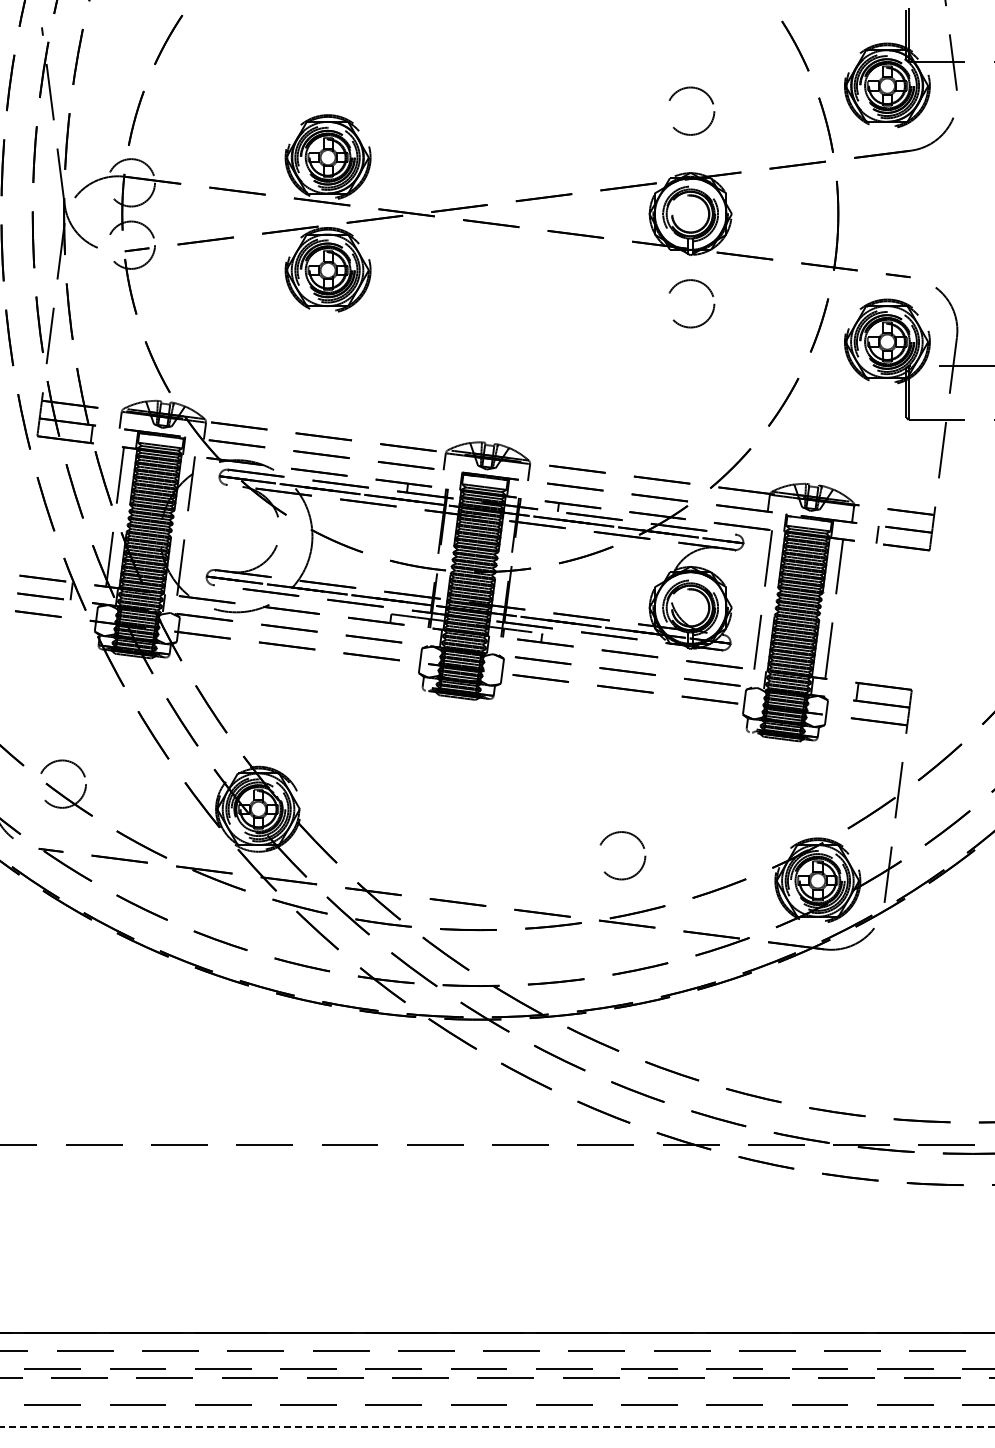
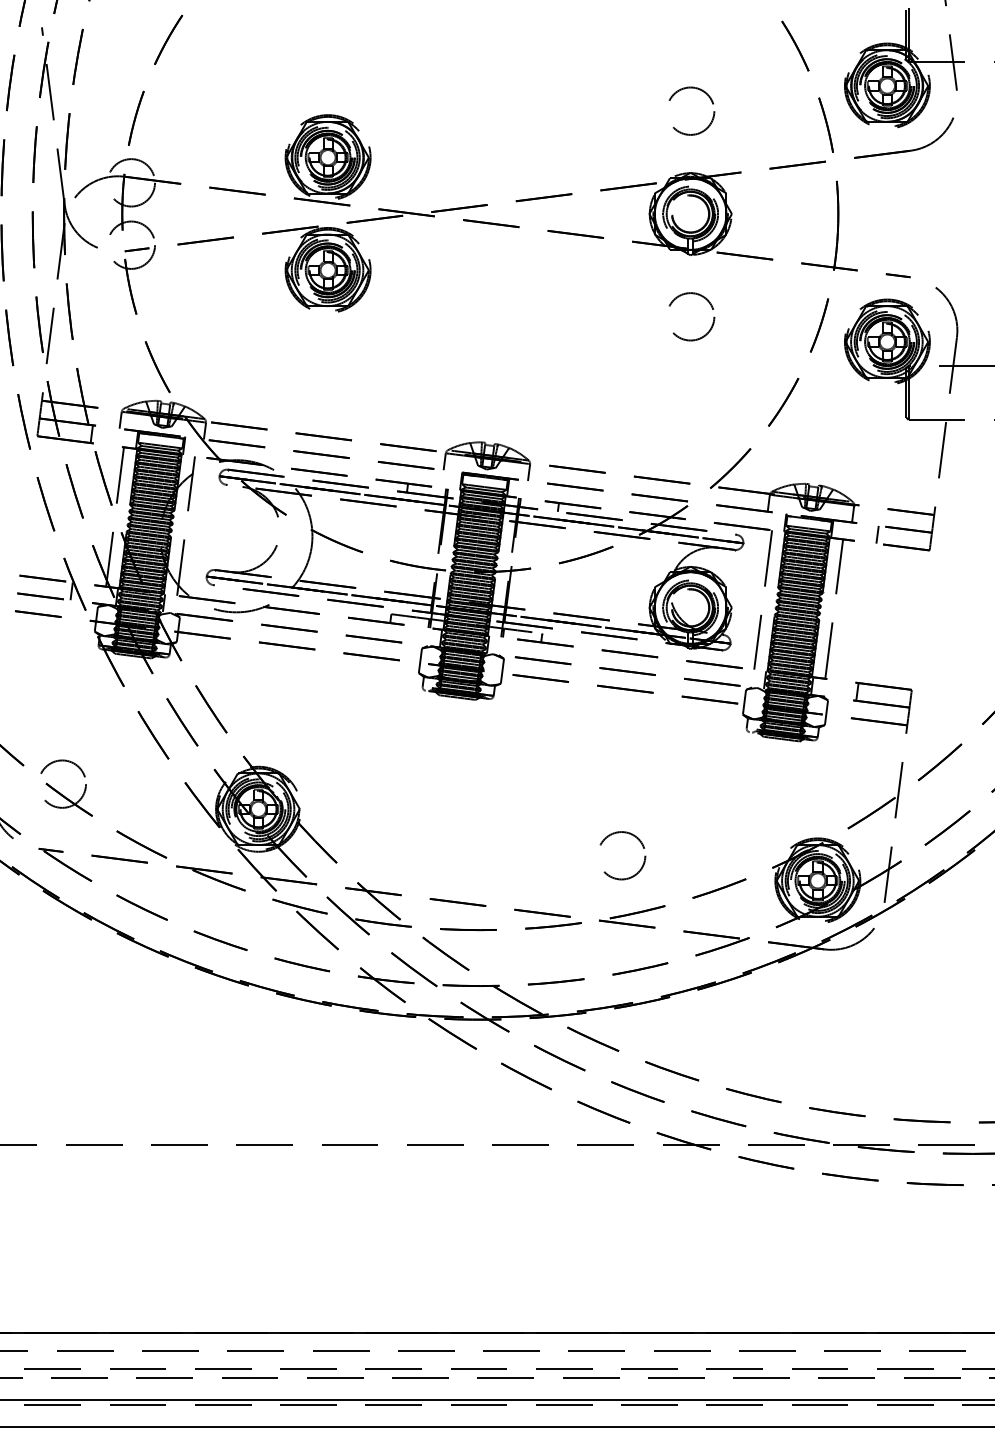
circle at (691, 303) position: (691, 303) -> (691, 316)
line at (496, 1400): none -> present
line at (497, 1426): dashed -> solid
